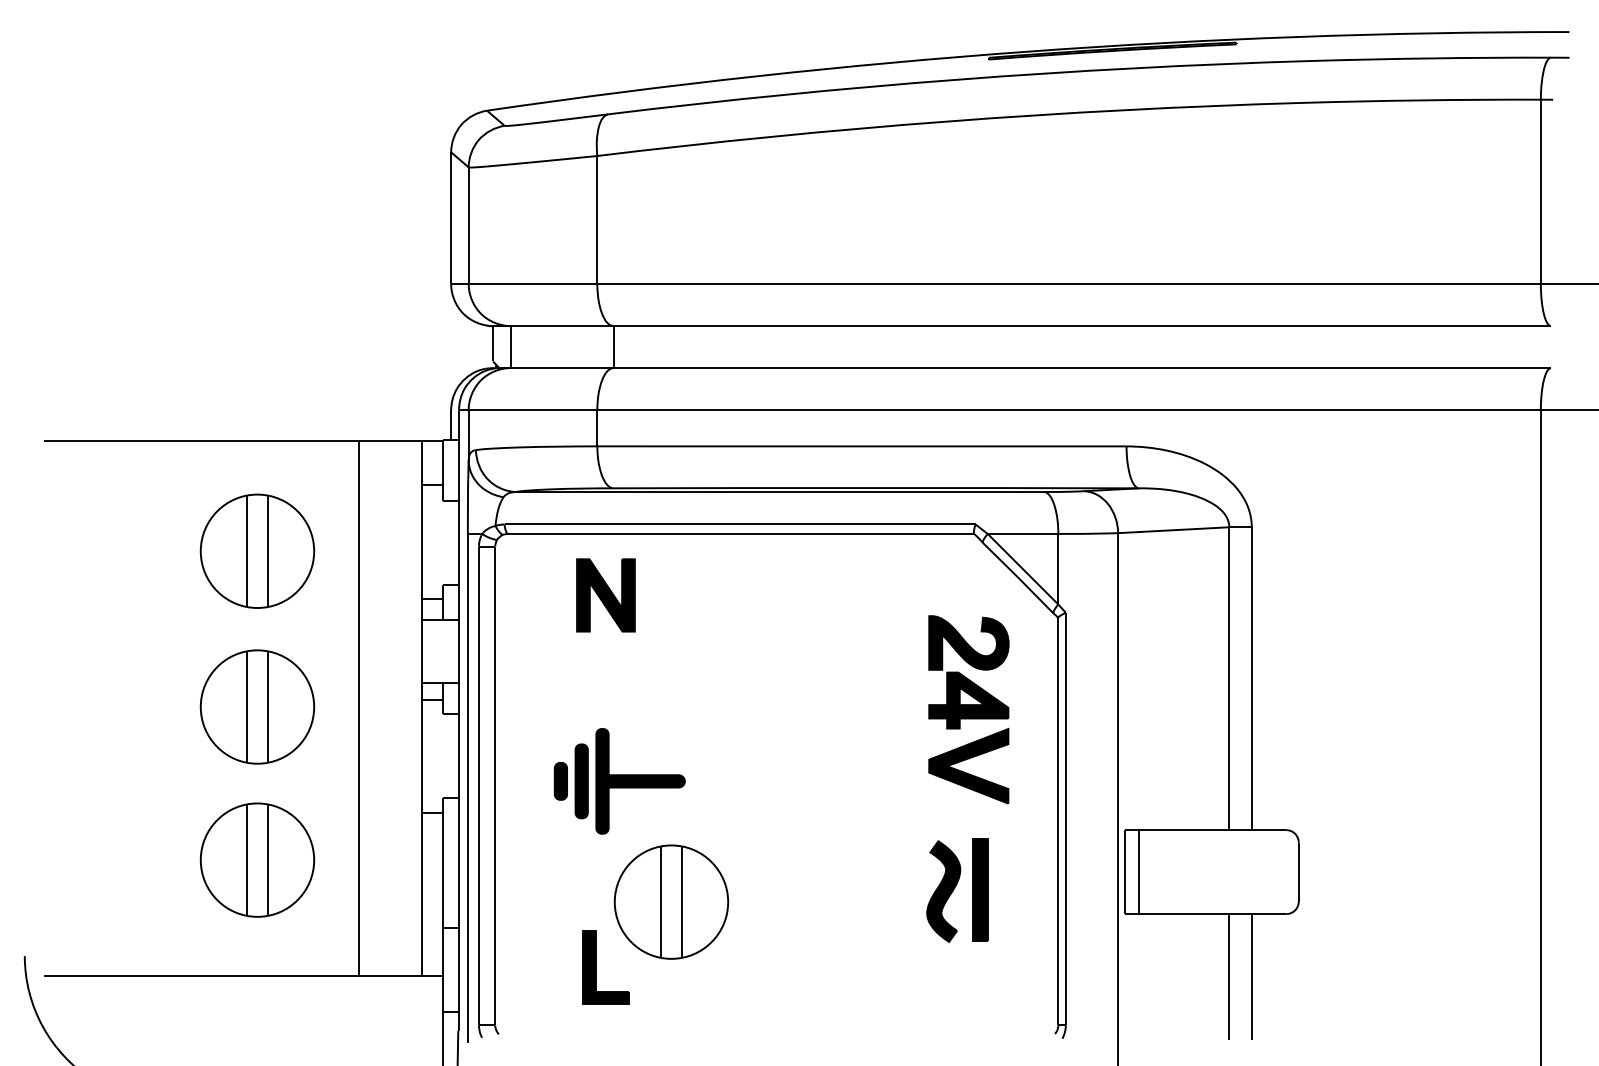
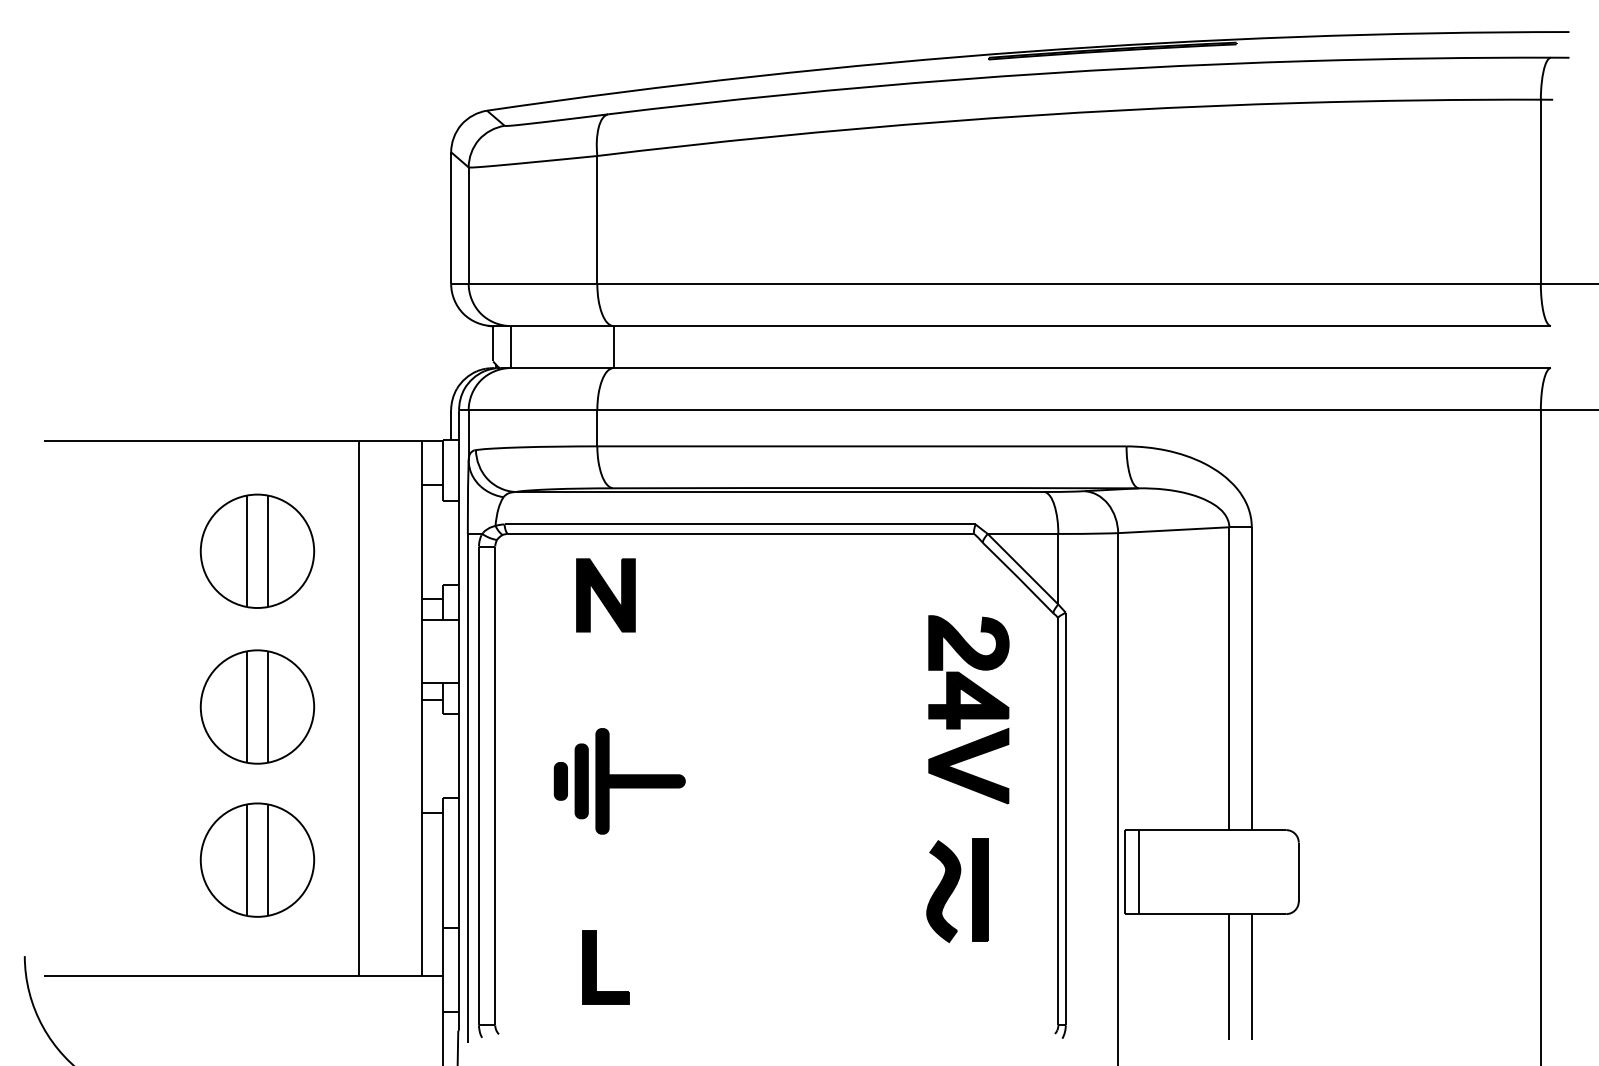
part at (671, 901): present -> none
